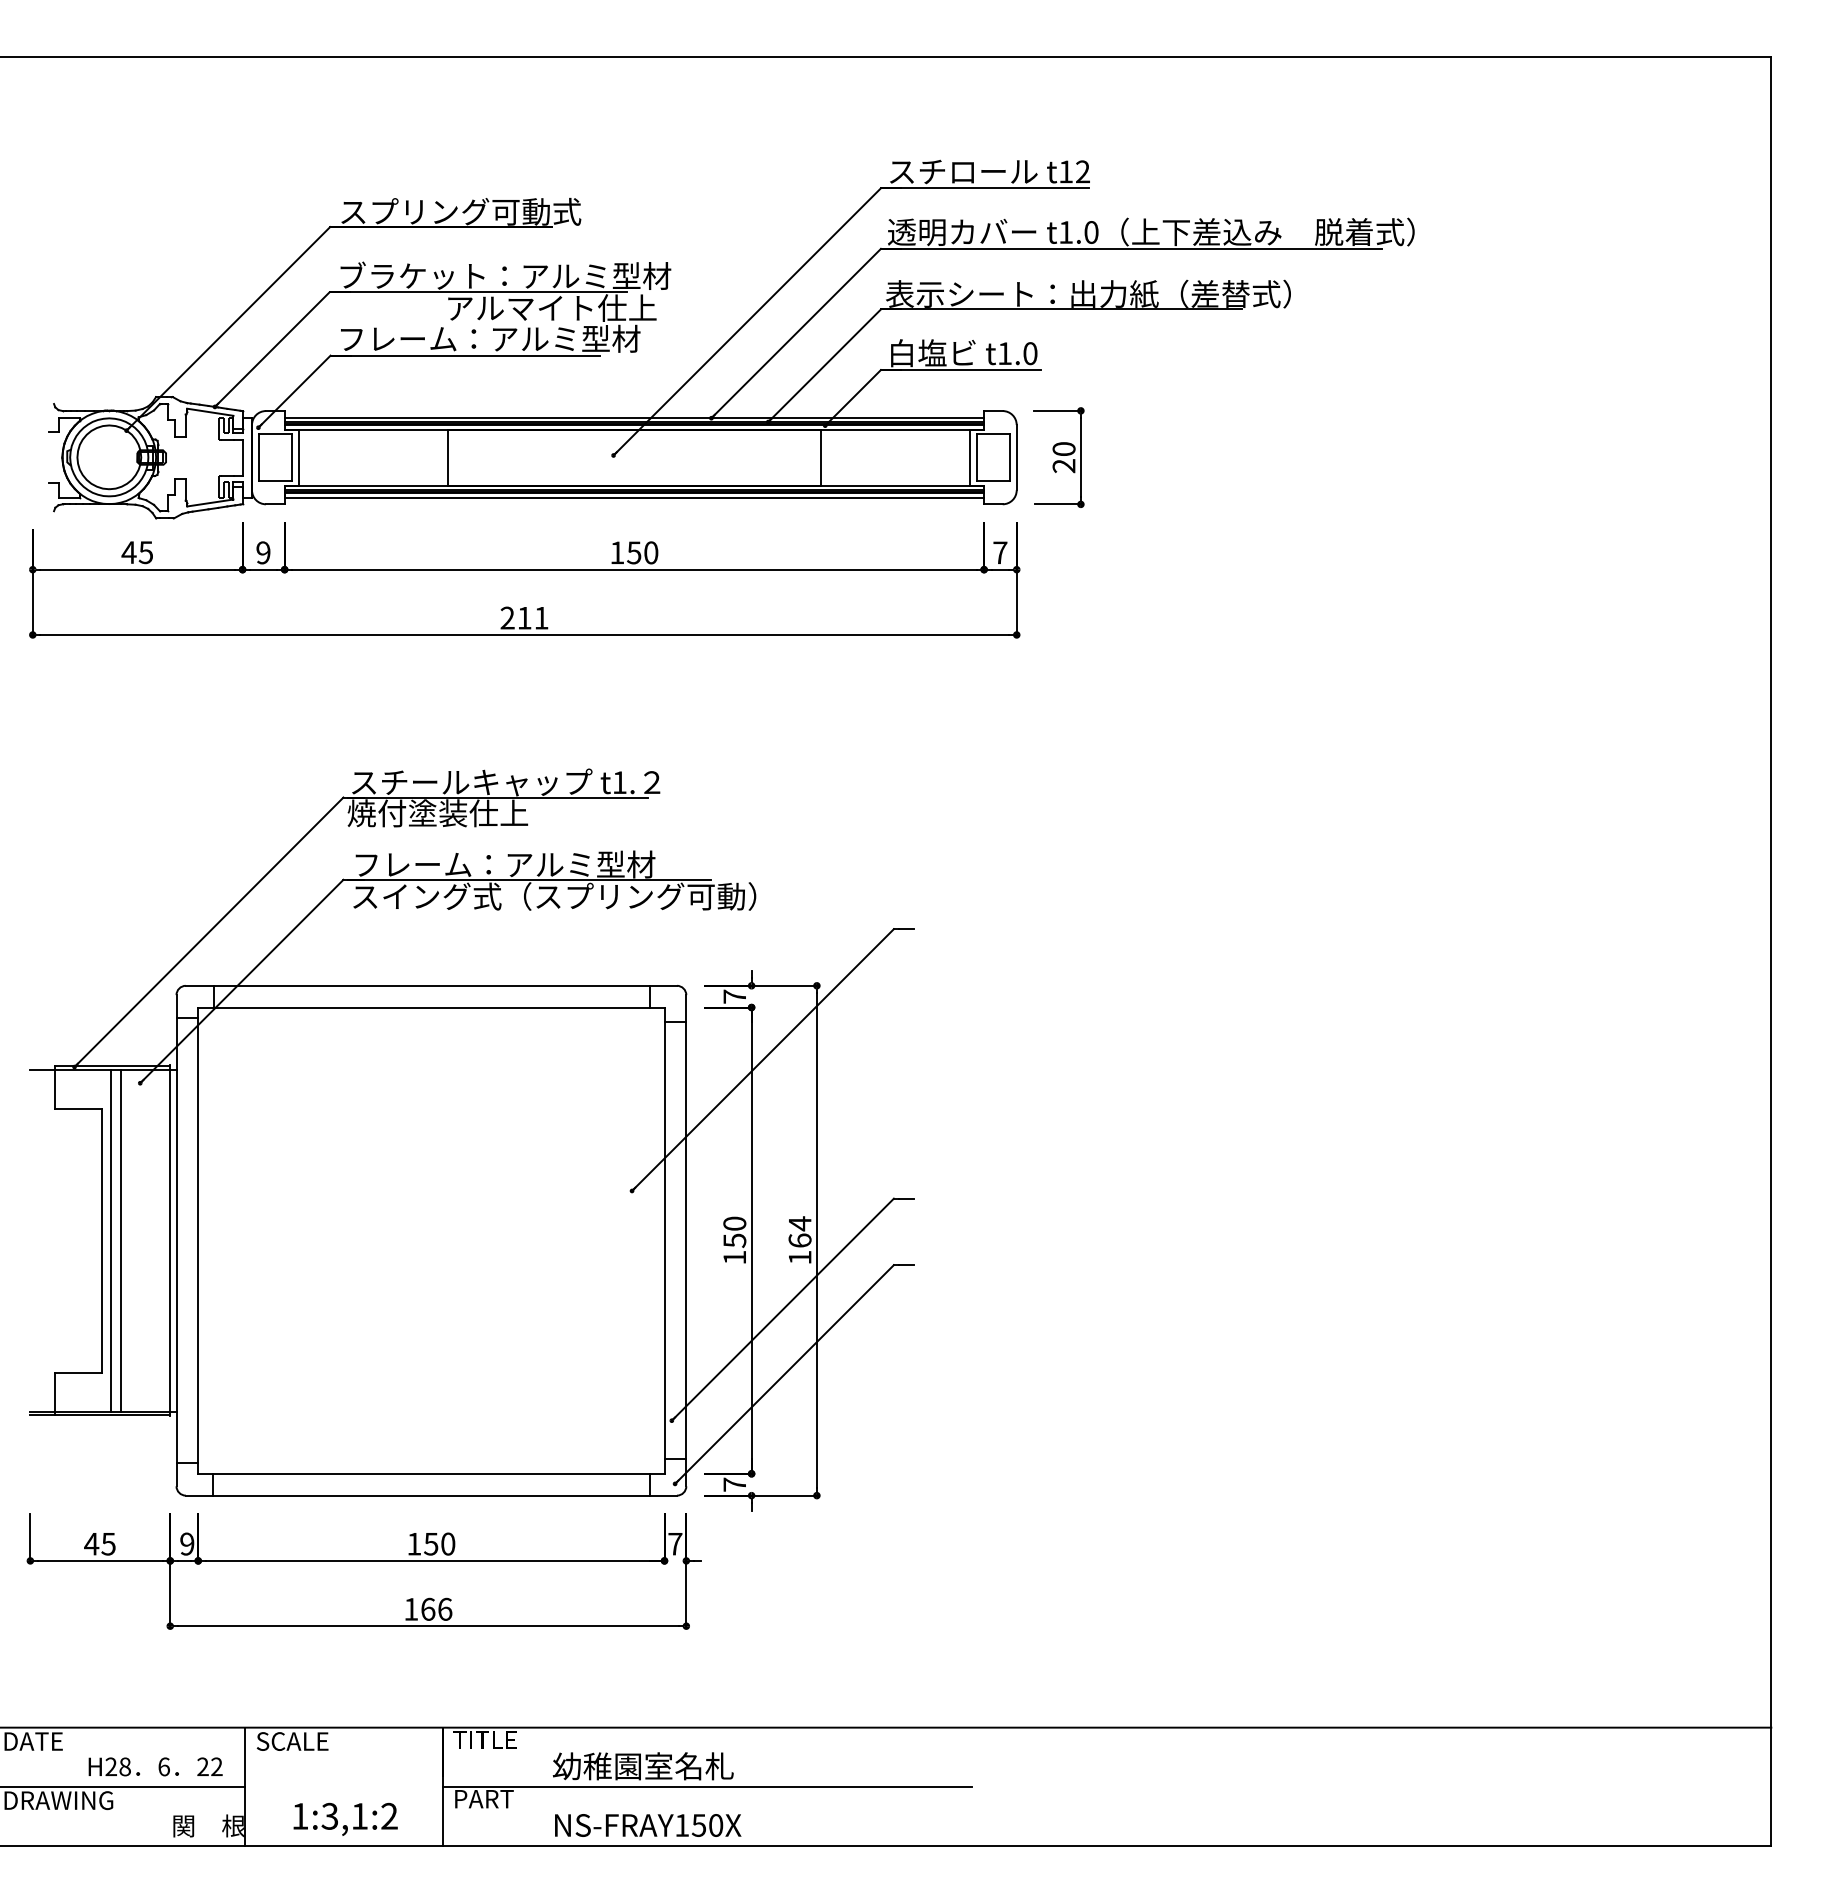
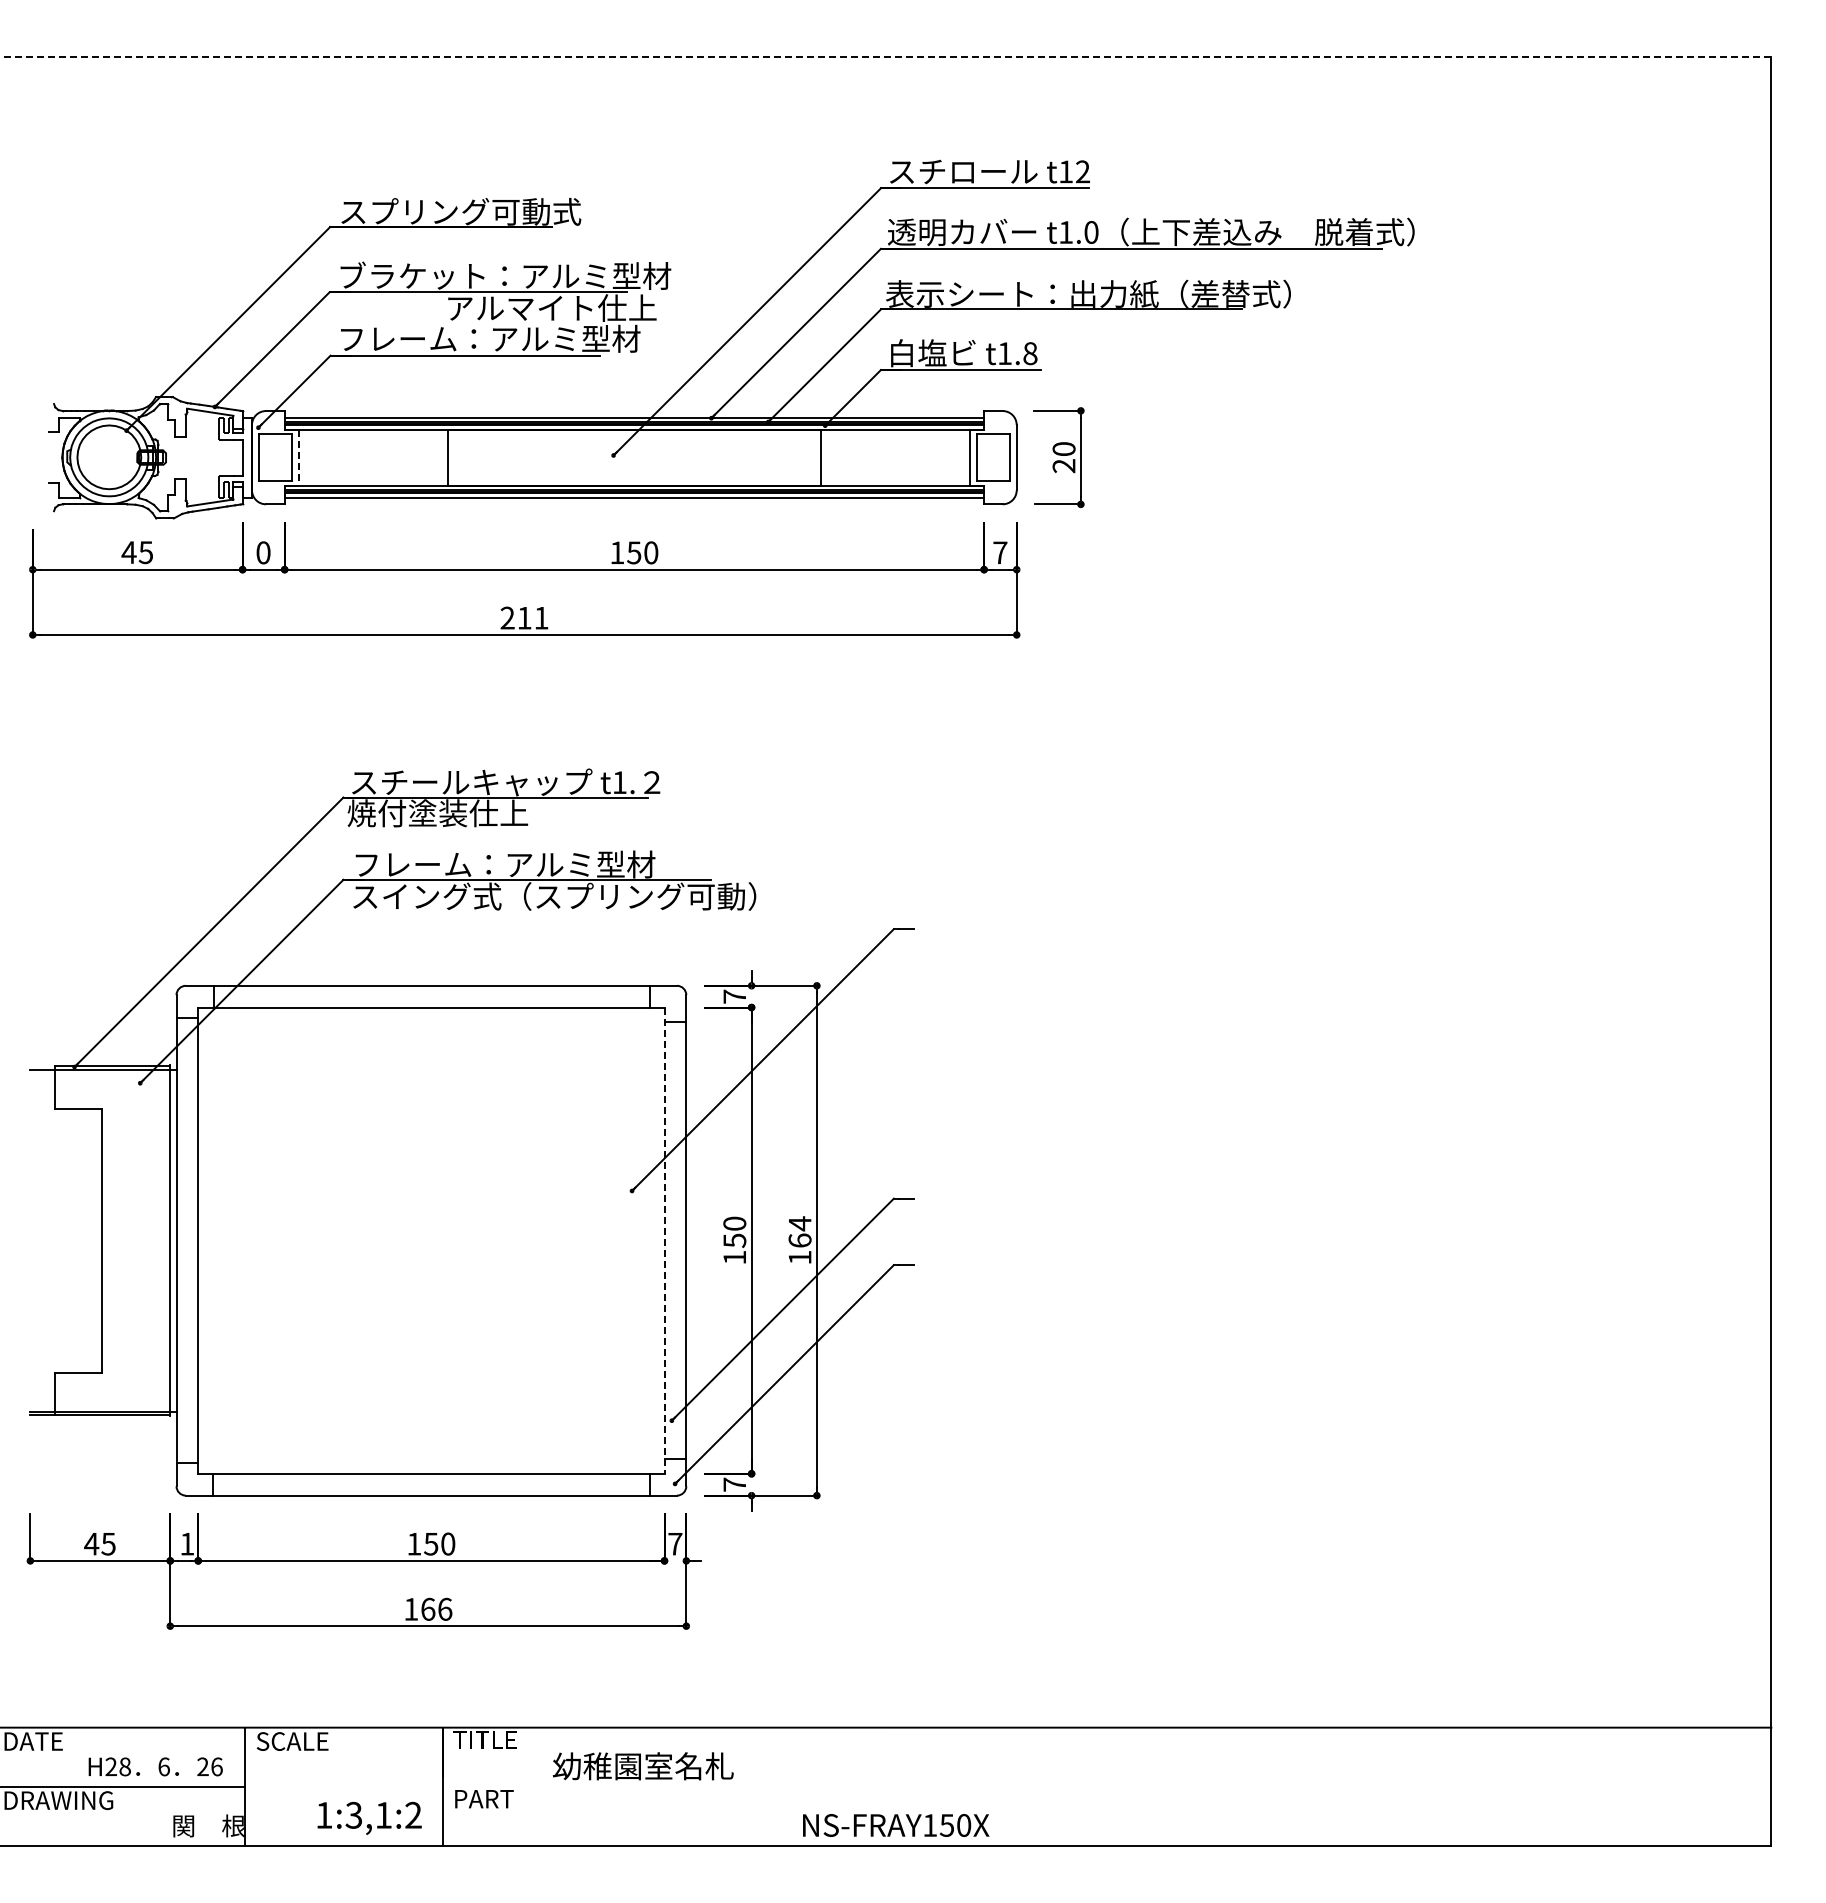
line at (885, 57): solid -> dashed
text at (1030, 353): t1.0 -> t1.8
line at (298, 457): solid -> dashed
text at (263, 552): 9 -> 0
line at (111, 1240): present -> none
line at (120, 1240): present -> none
line at (664, 1241): solid -> dashed
text at (187, 1543): 9 -> 1
text at (216, 1766): 22 -> 26
line at (707, 1786): present -> none
text at (345, 1818) position: (345, 1818) -> (369, 1817)
text at (648, 1825) position: (648, 1825) -> (896, 1825)
